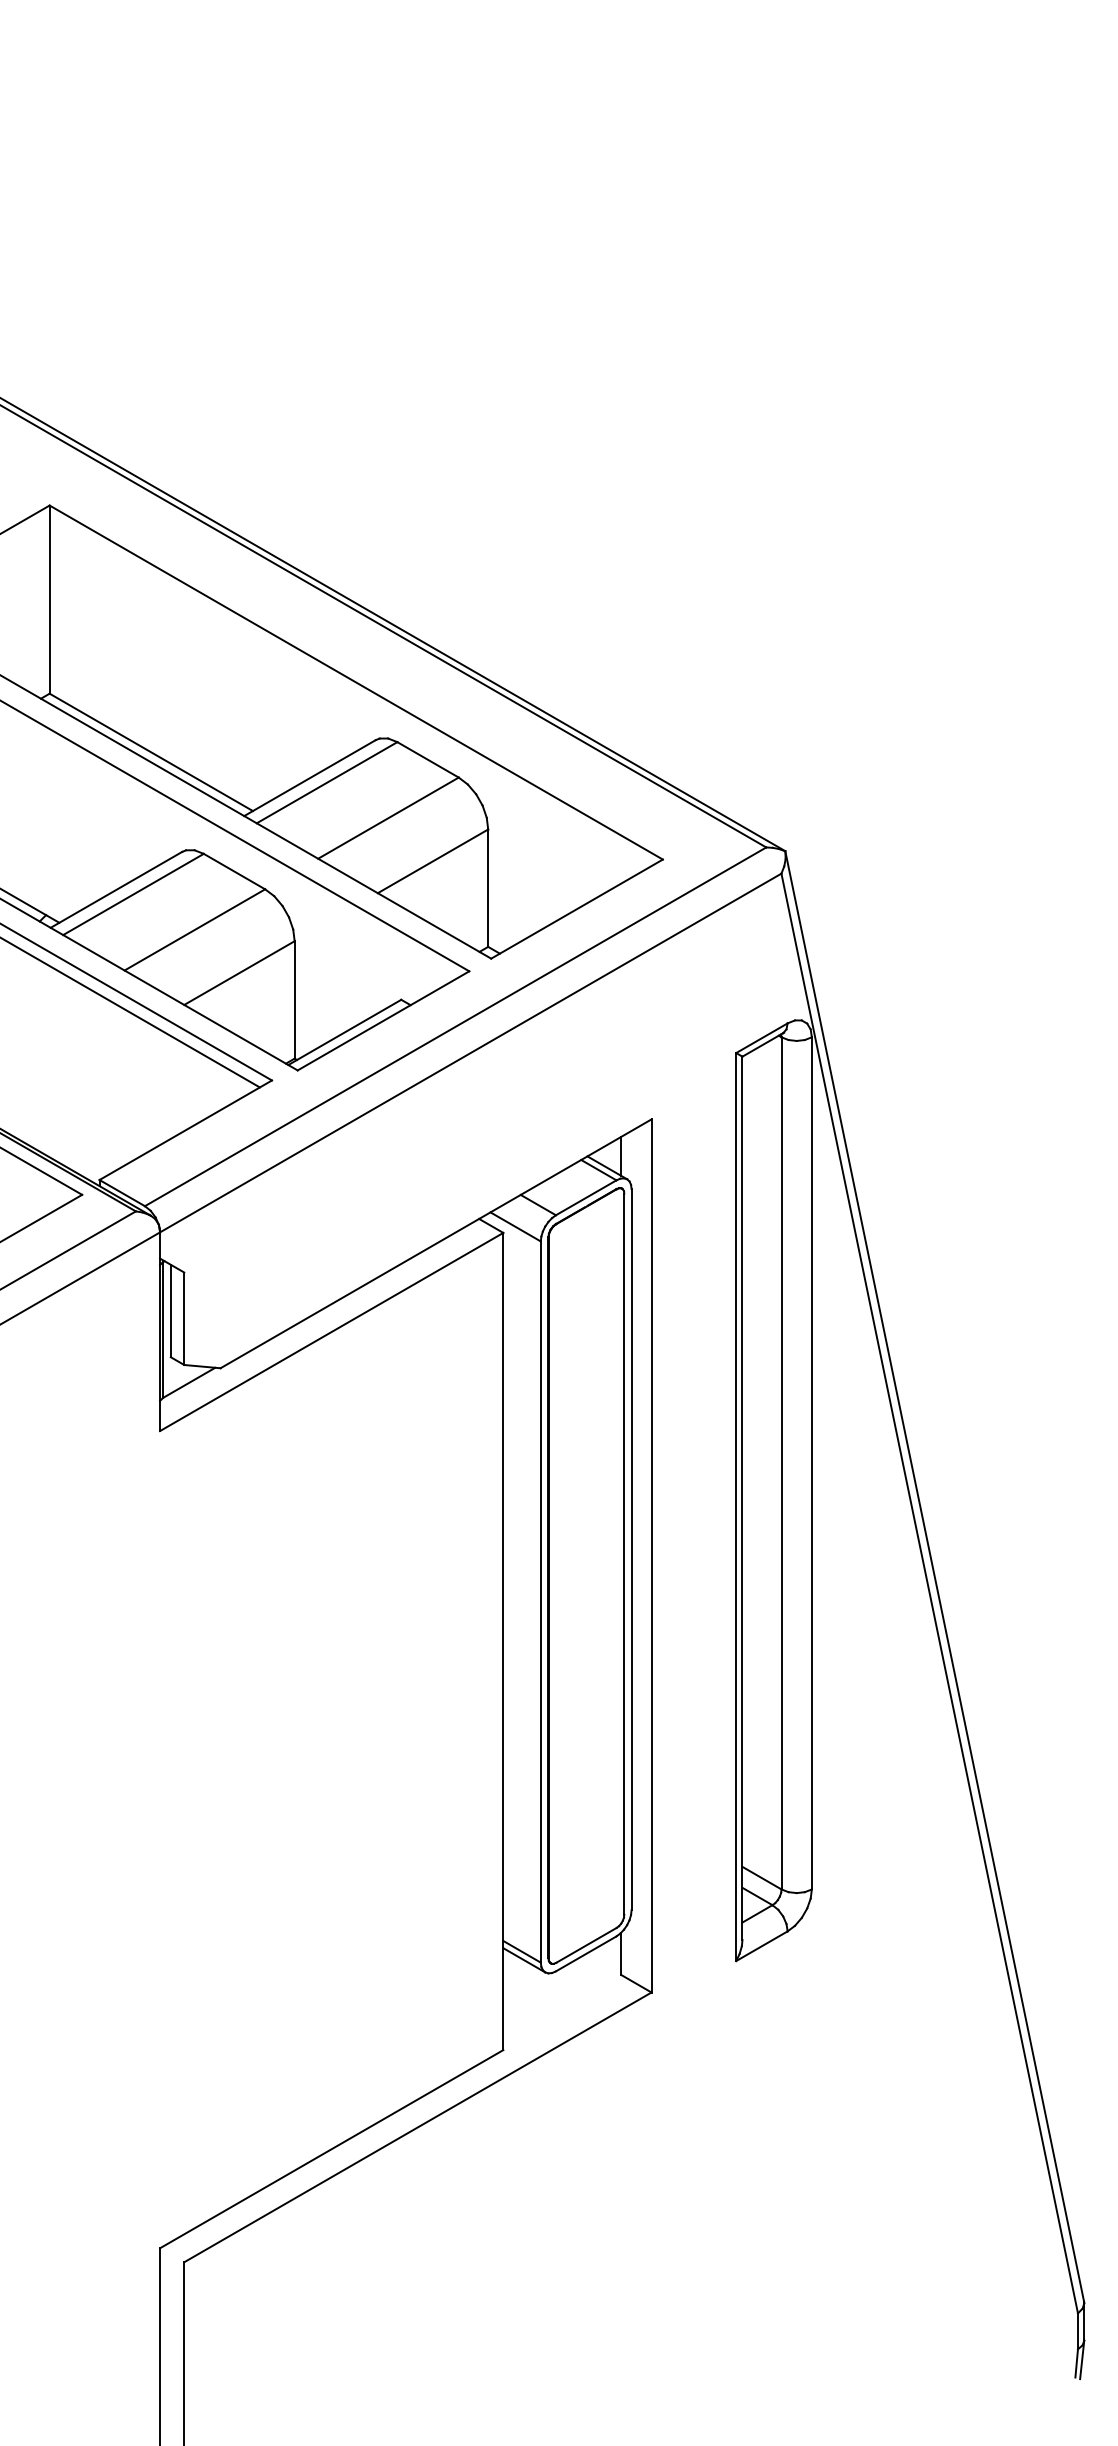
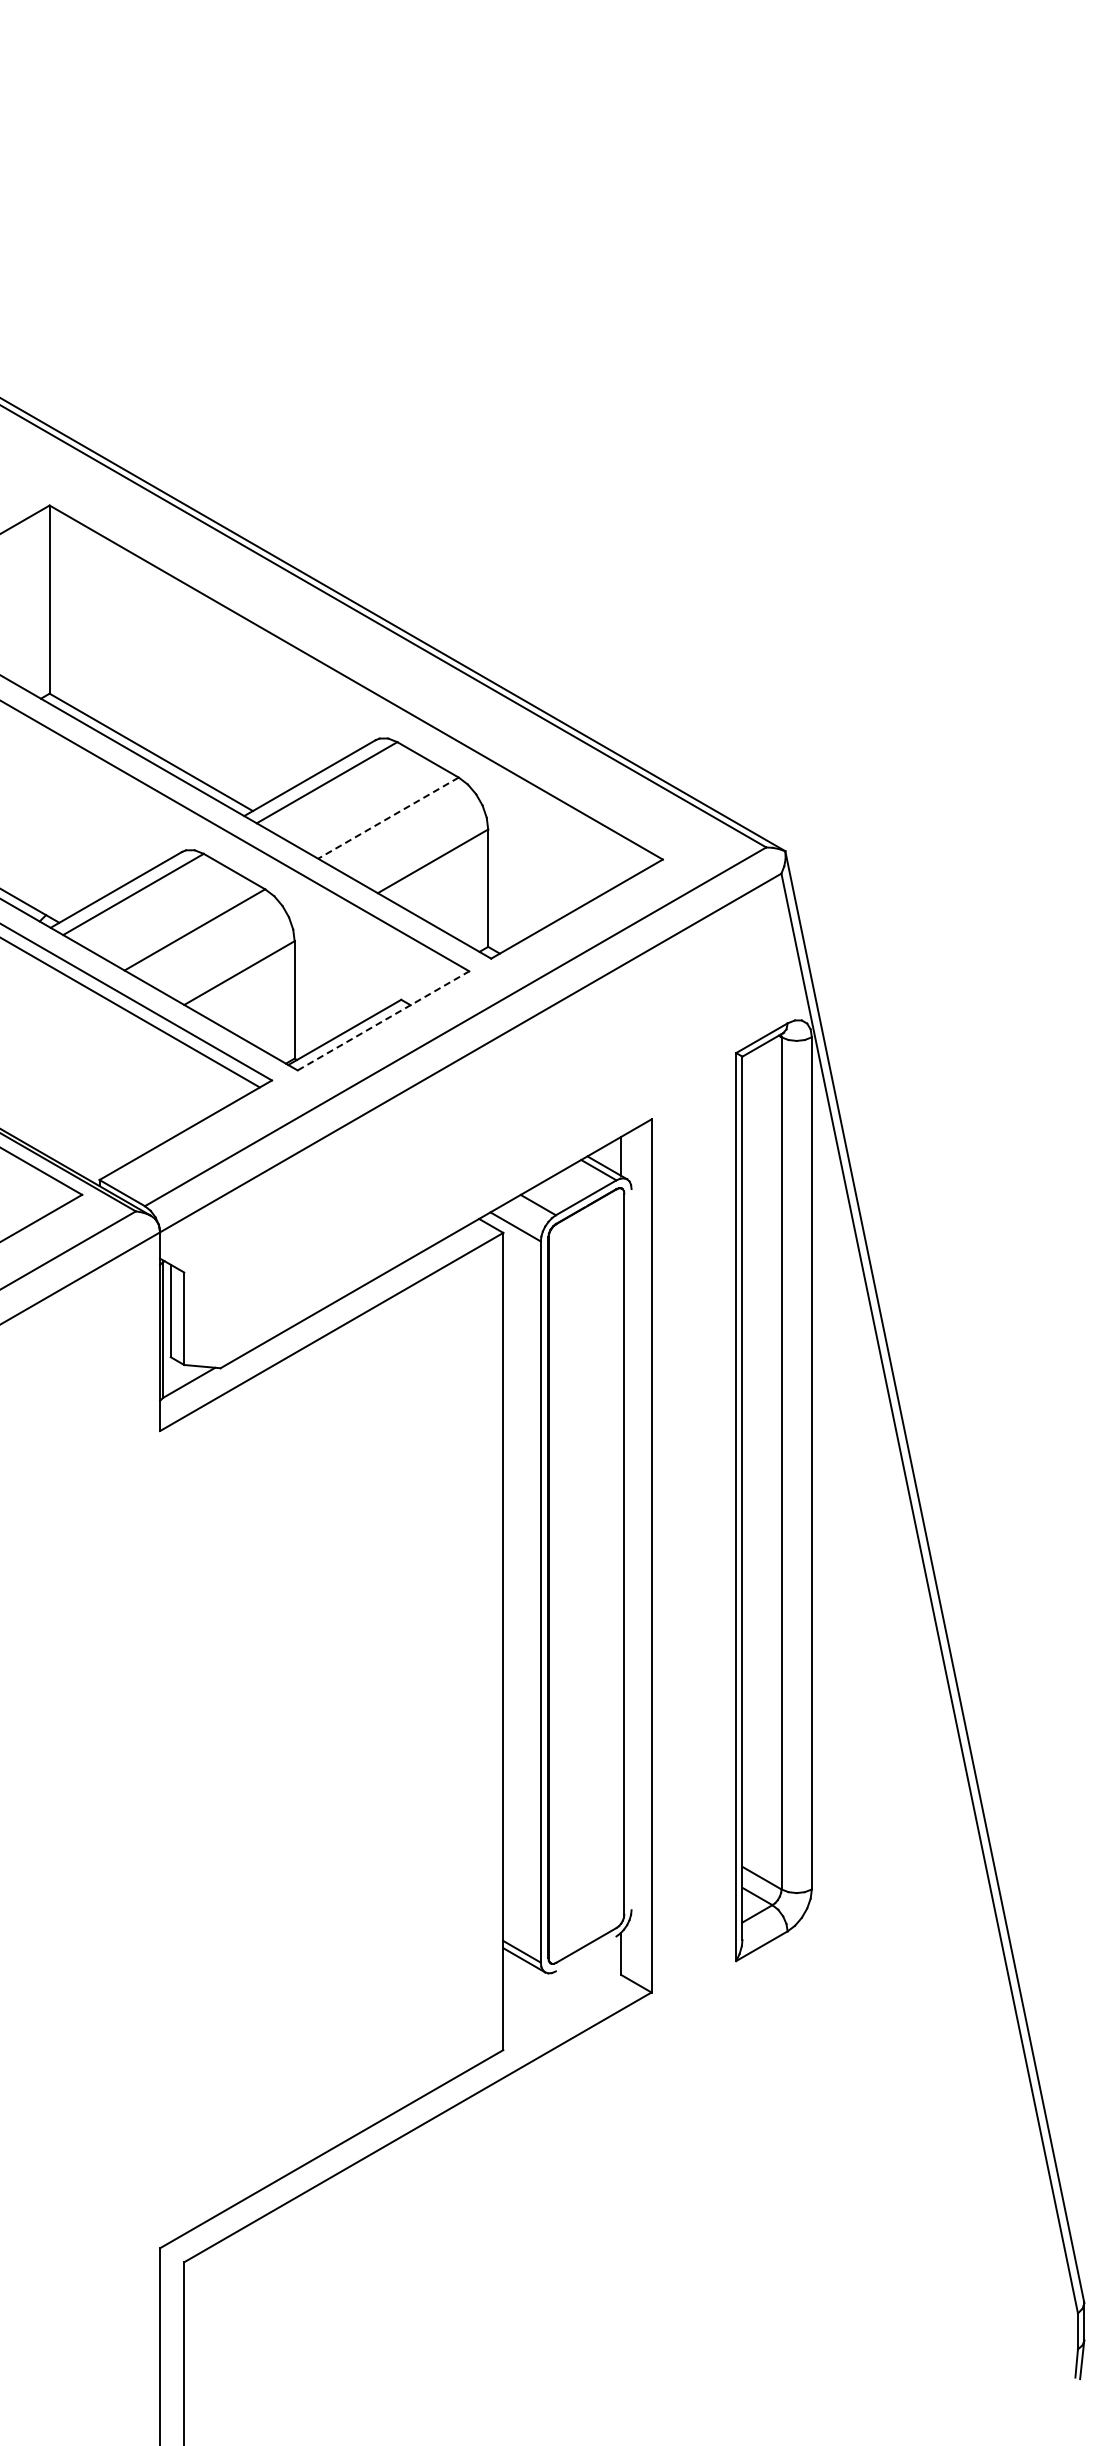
line at (388, 818): solid -> dashed
line at (383, 1020): solid -> dashed
line at (631, 1549): present -> none
line at (585, 1953): present -> none
